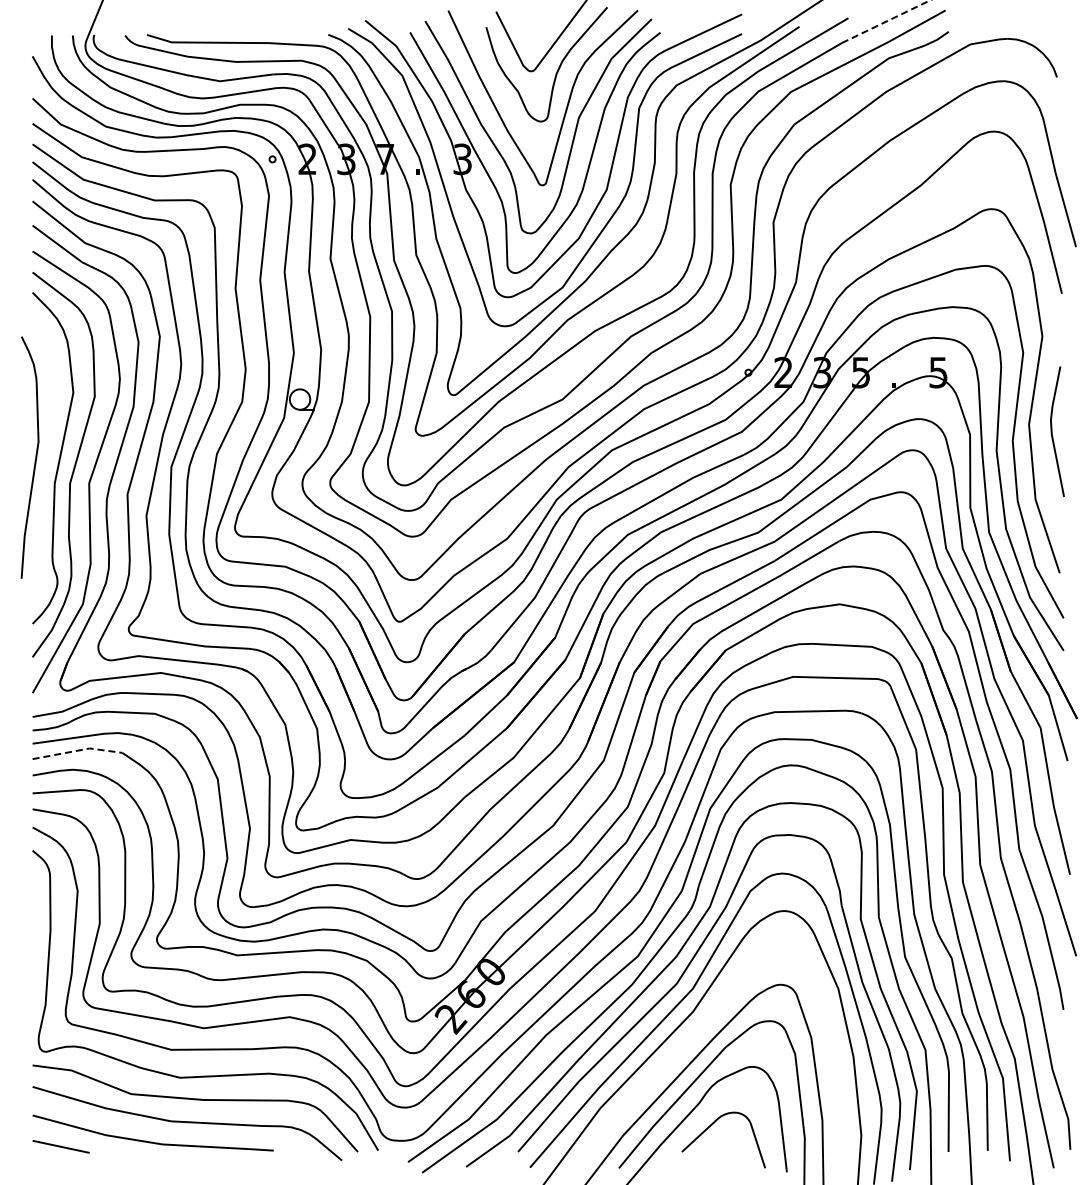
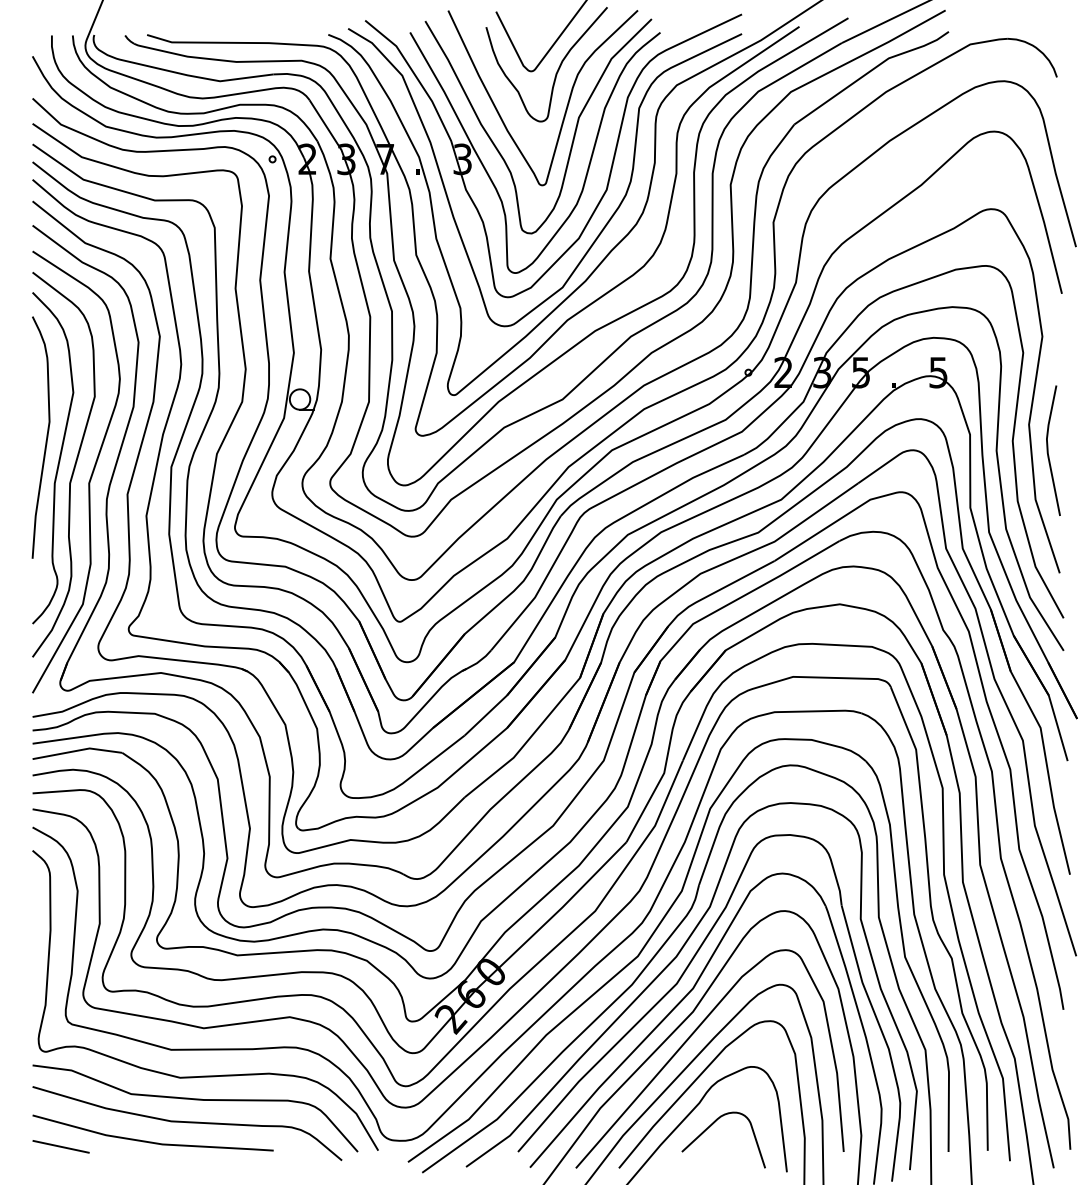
line at (886, 21): dashed -> solid
curve at (1052, 431) position: (1052, 431) -> (1048, 450)
curve at (34, 460) position: (34, 460) -> (45, 440)
line at (78, 750): dashed -> solid
curve at (688, 1040): none -> present
